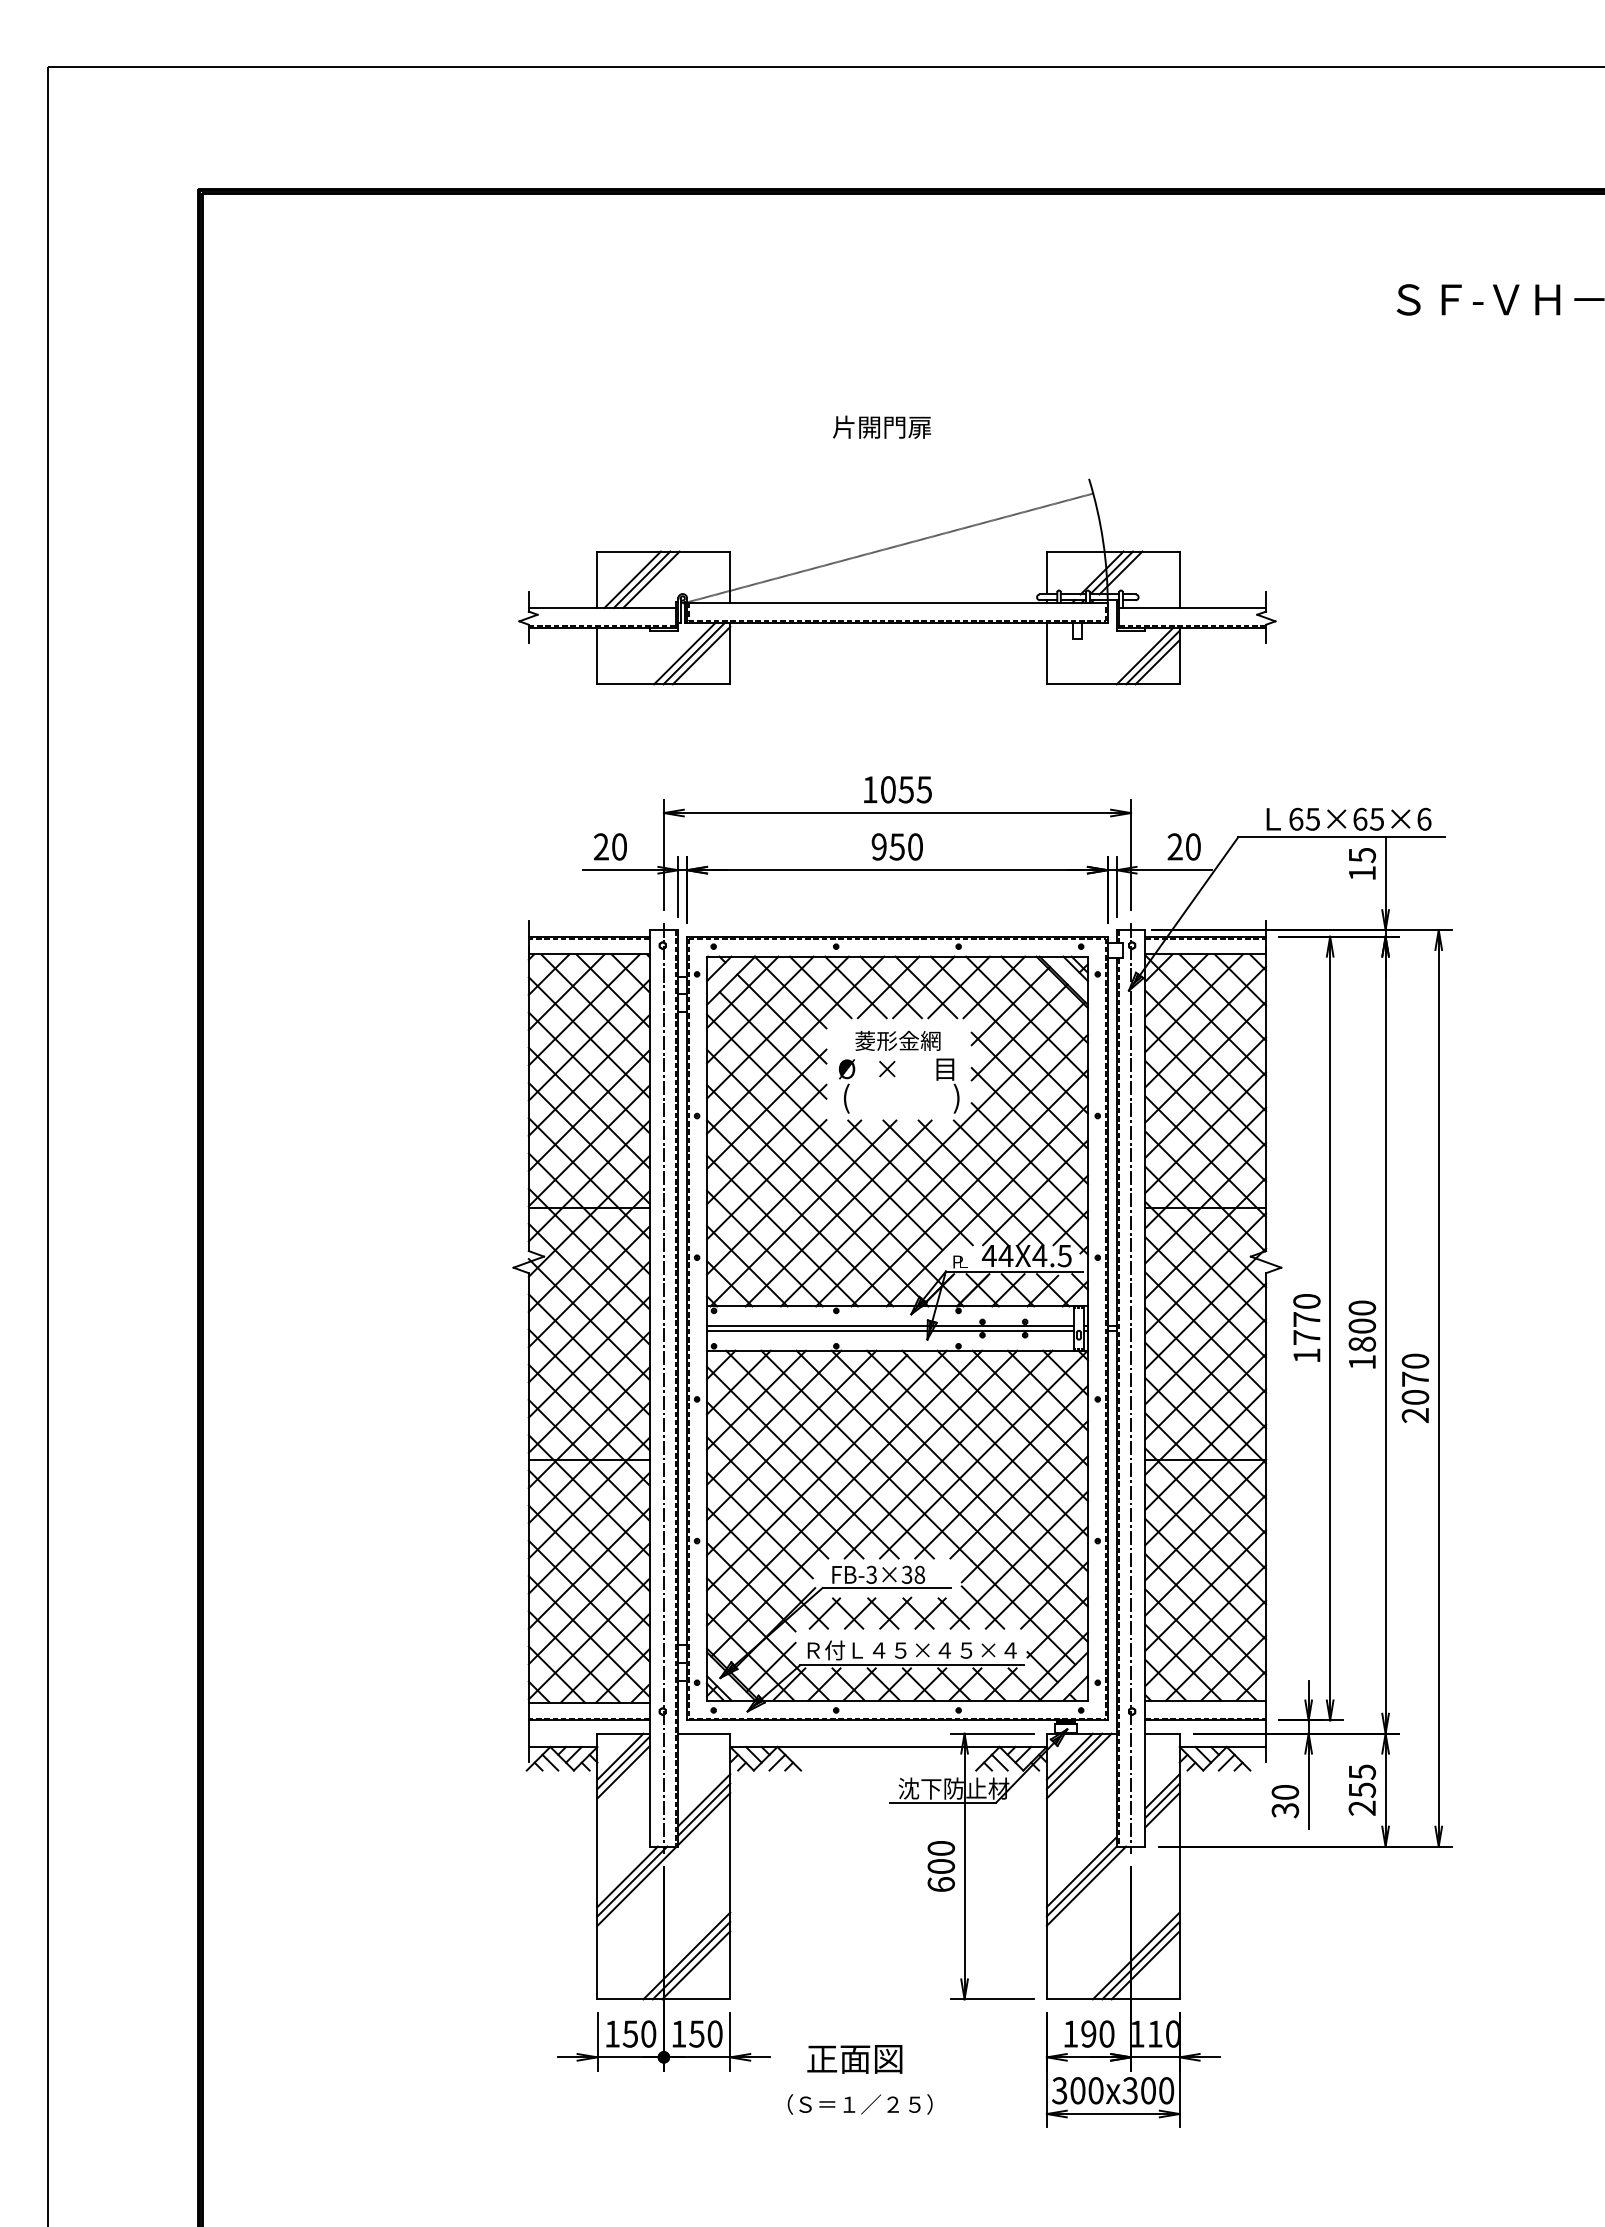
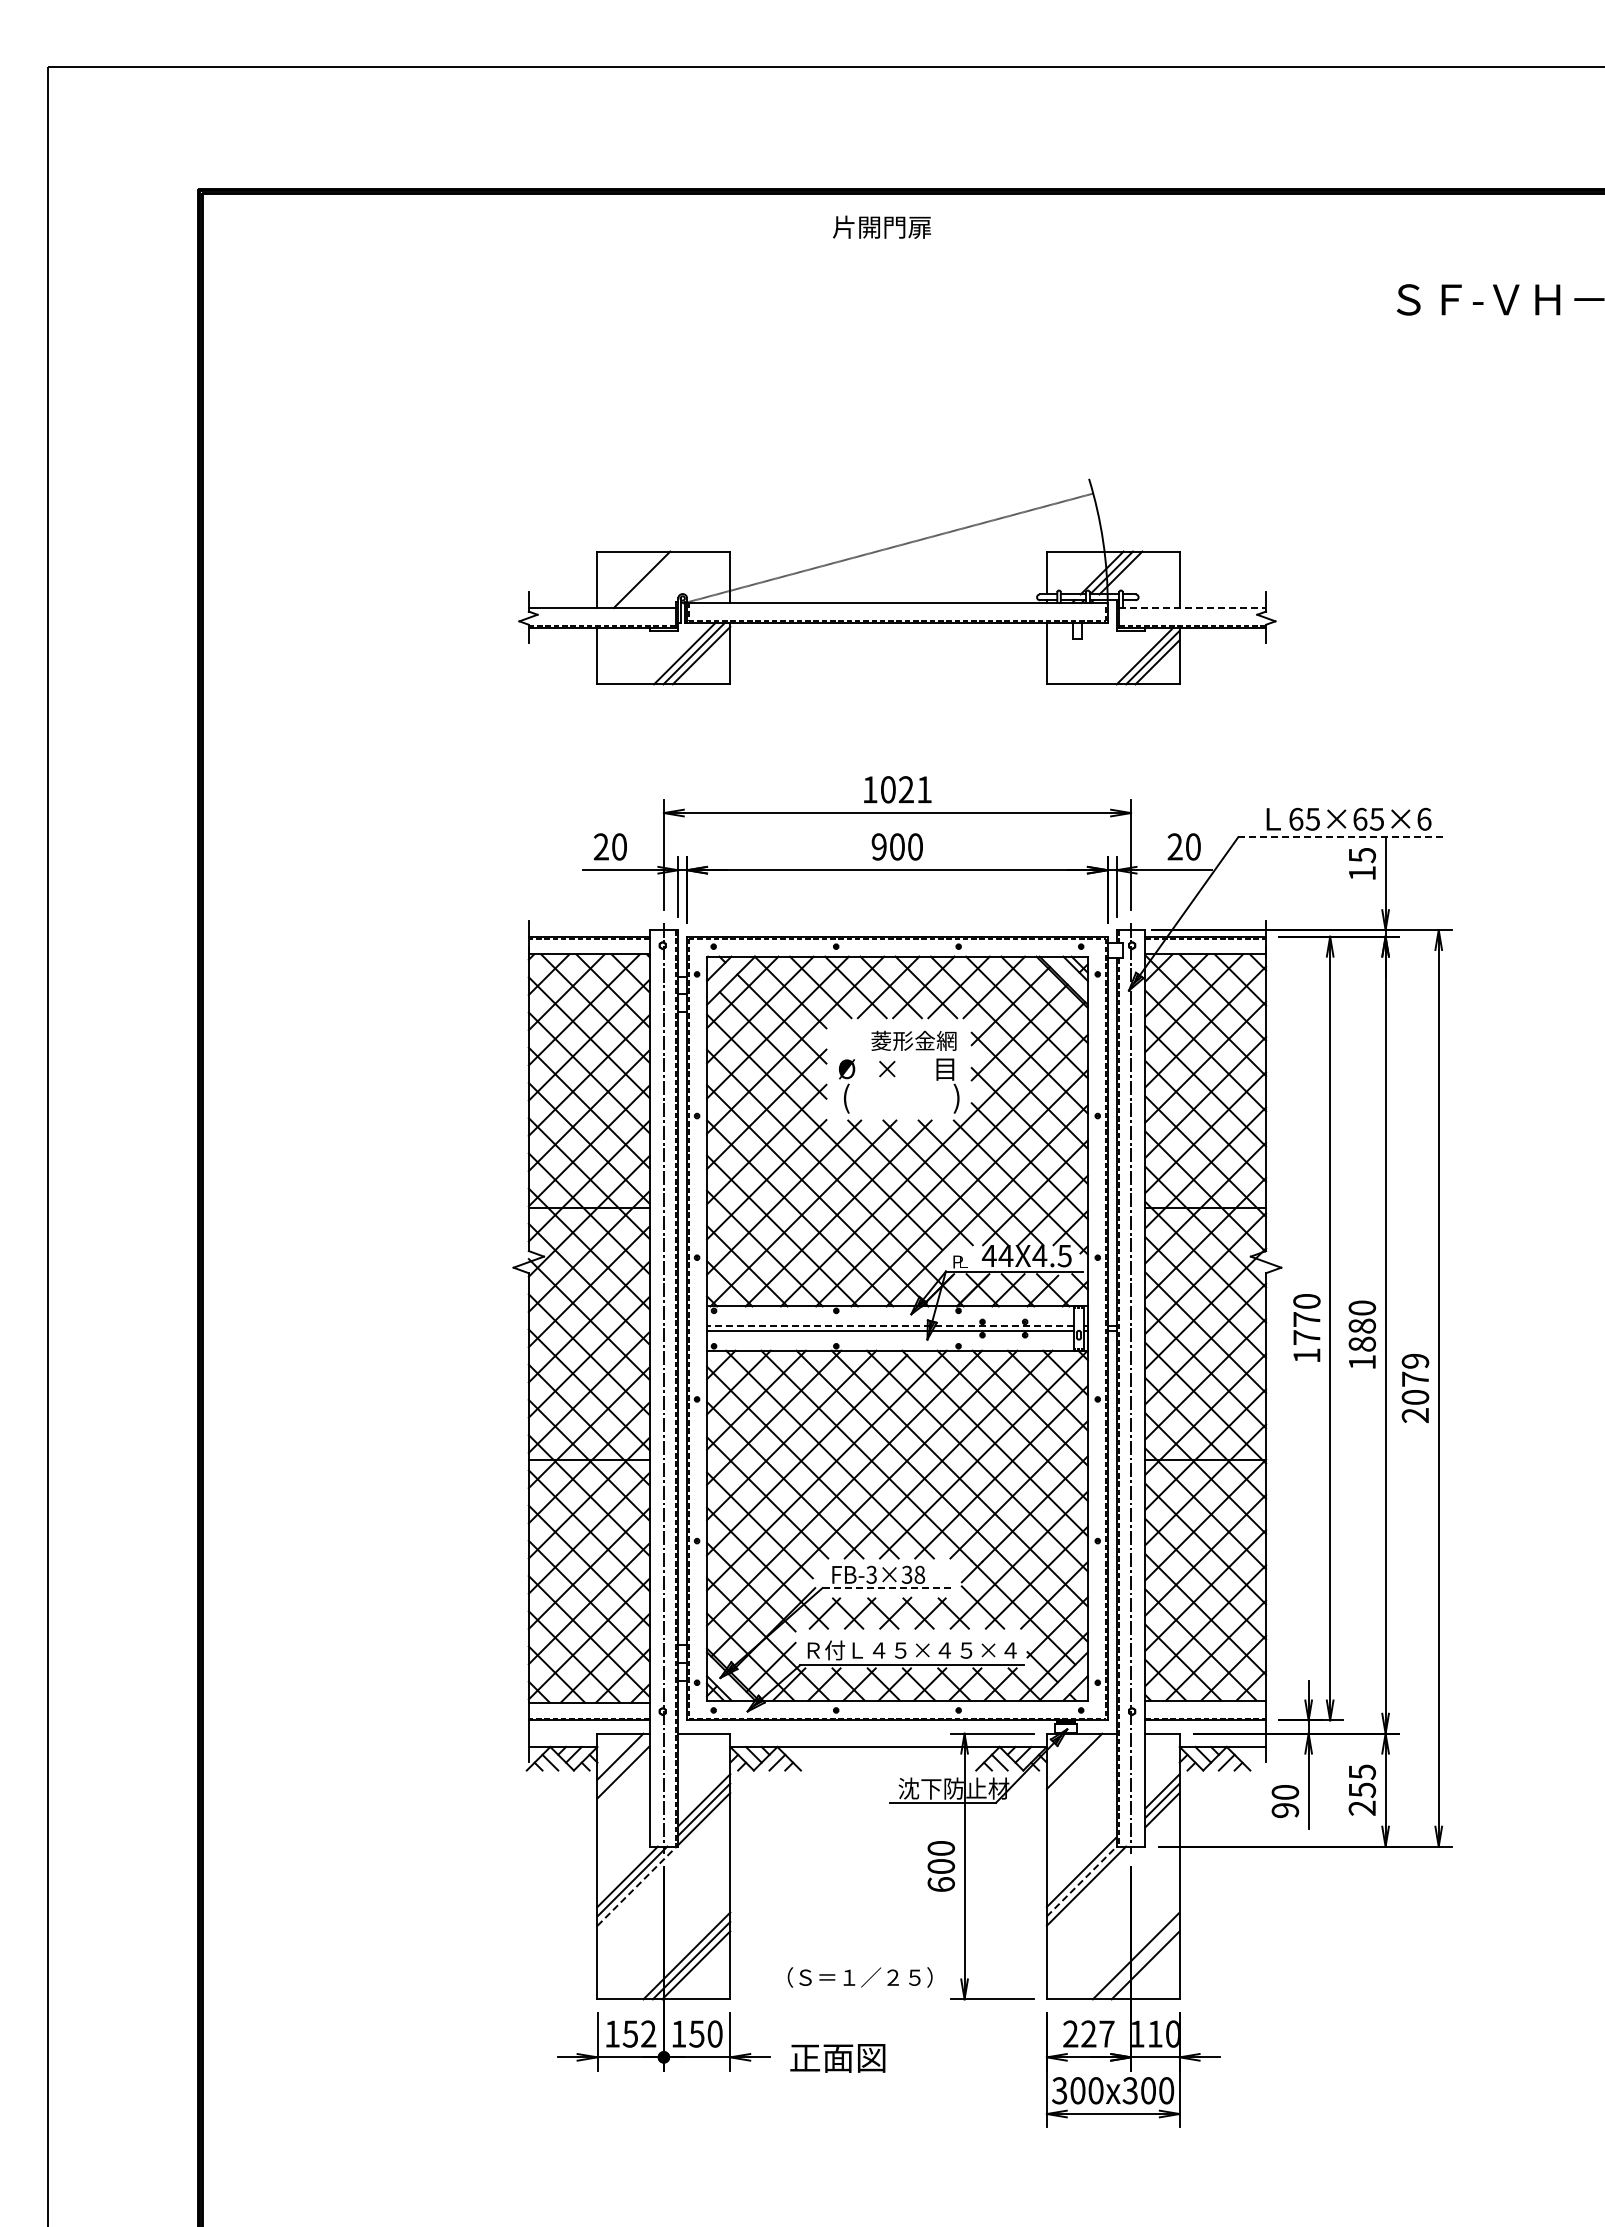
text at (881, 426) position: (881, 426) -> (881, 226)
line at (632, 579): present -> none
line at (651, 579): present -> none
line at (1193, 608): solid -> dashed
text at (914, 789): 1055 -> 1021
line at (1341, 837): solid -> dashed
text at (896, 846): 950 -> 900
text at (897, 1040) position: (897, 1040) -> (913, 1040)
text at (1362, 1325): 1800 -> 1880
line at (890, 1326): solid -> dashed
text at (1415, 1360): 2070 -> 2079
line at (887, 1588): solid -> dashed
line at (1069, 1756): present -> none
line at (623, 1763): present -> none
line at (1078, 1765): present -> none
text at (1285, 1810): 30 -> 90
line at (1082, 1881): solid -> dashed
line at (637, 1885): solid -> dashed
line at (1140, 1960): present -> none
text at (648, 2033): 150 -> 152
text at (1088, 2033): 190 -> 227
text at (854, 2059) position: (854, 2059) -> (837, 2058)
text at (859, 2104) position: (859, 2104) -> (859, 1977)
